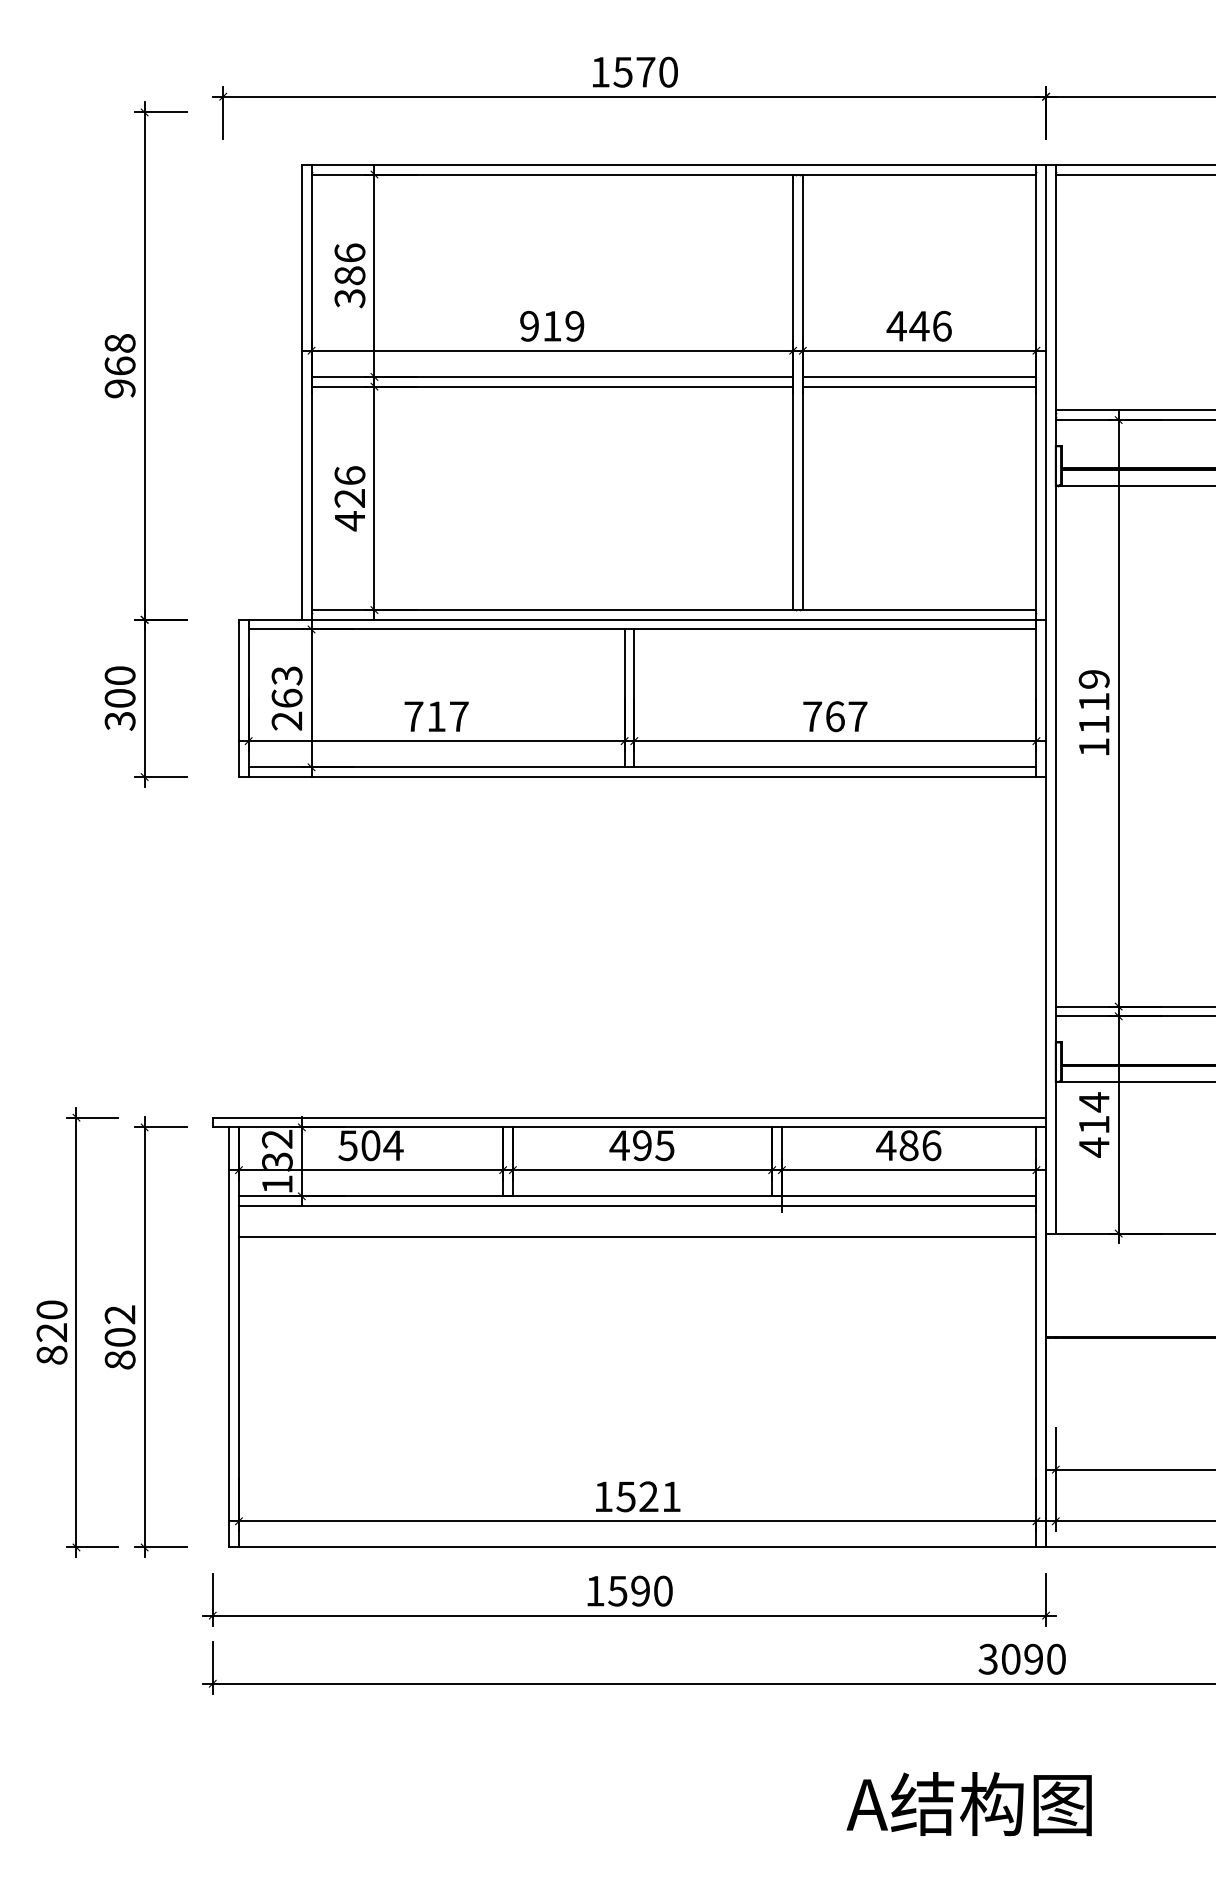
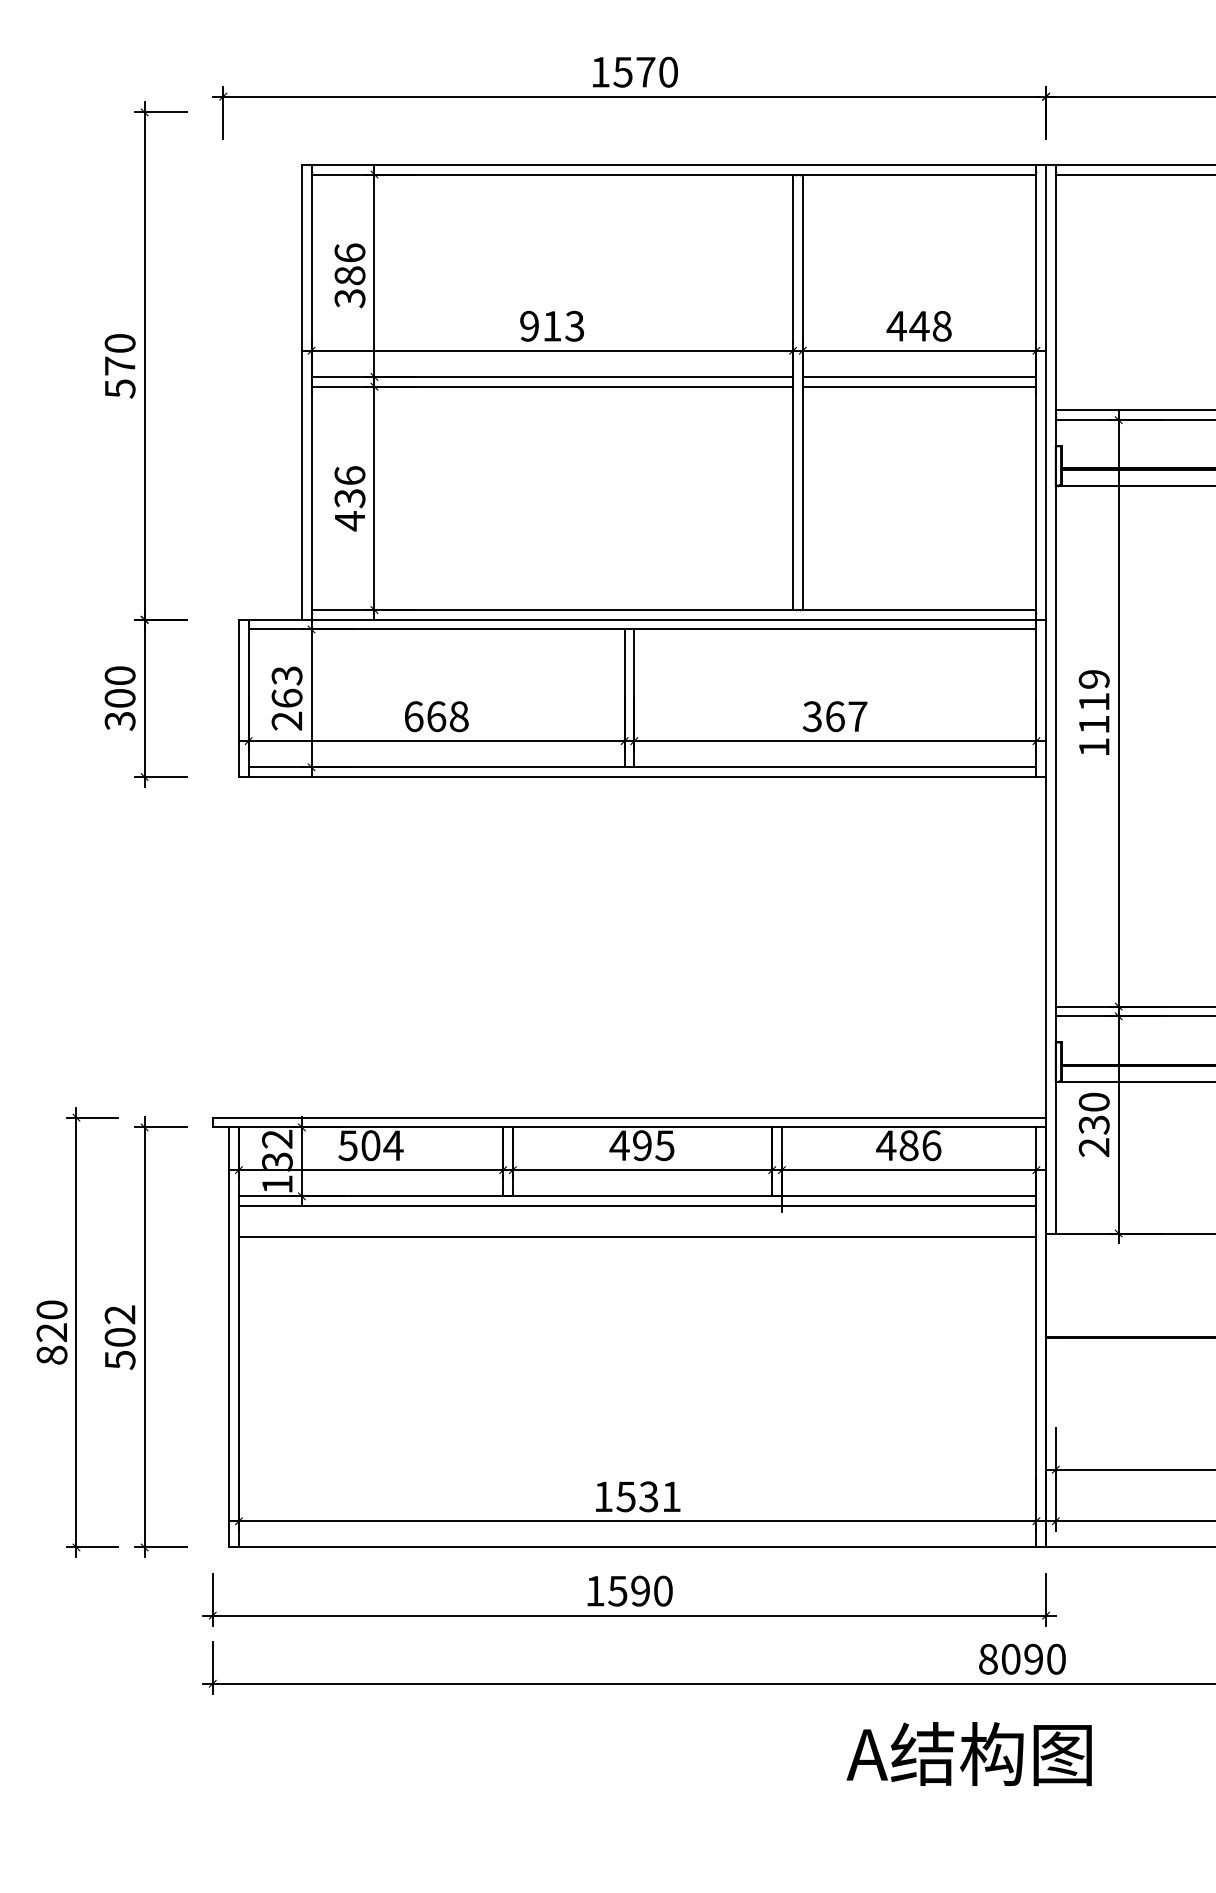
text at (941, 325): 446 -> 448
text at (574, 326): 919 -> 913
text at (119, 366): 968 -> 570
text at (350, 498): 426 -> 436
text at (436, 716): 717 -> 668
text at (812, 716): 767 -> 367
text at (1093, 1124): 414 -> 230
text at (119, 1360): 802 -> 502
text at (648, 1496): 1521 -> 1531
text at (987, 1658): 3090 -> 8090
text at (968, 1804) position: (968, 1804) -> (968, 1754)
